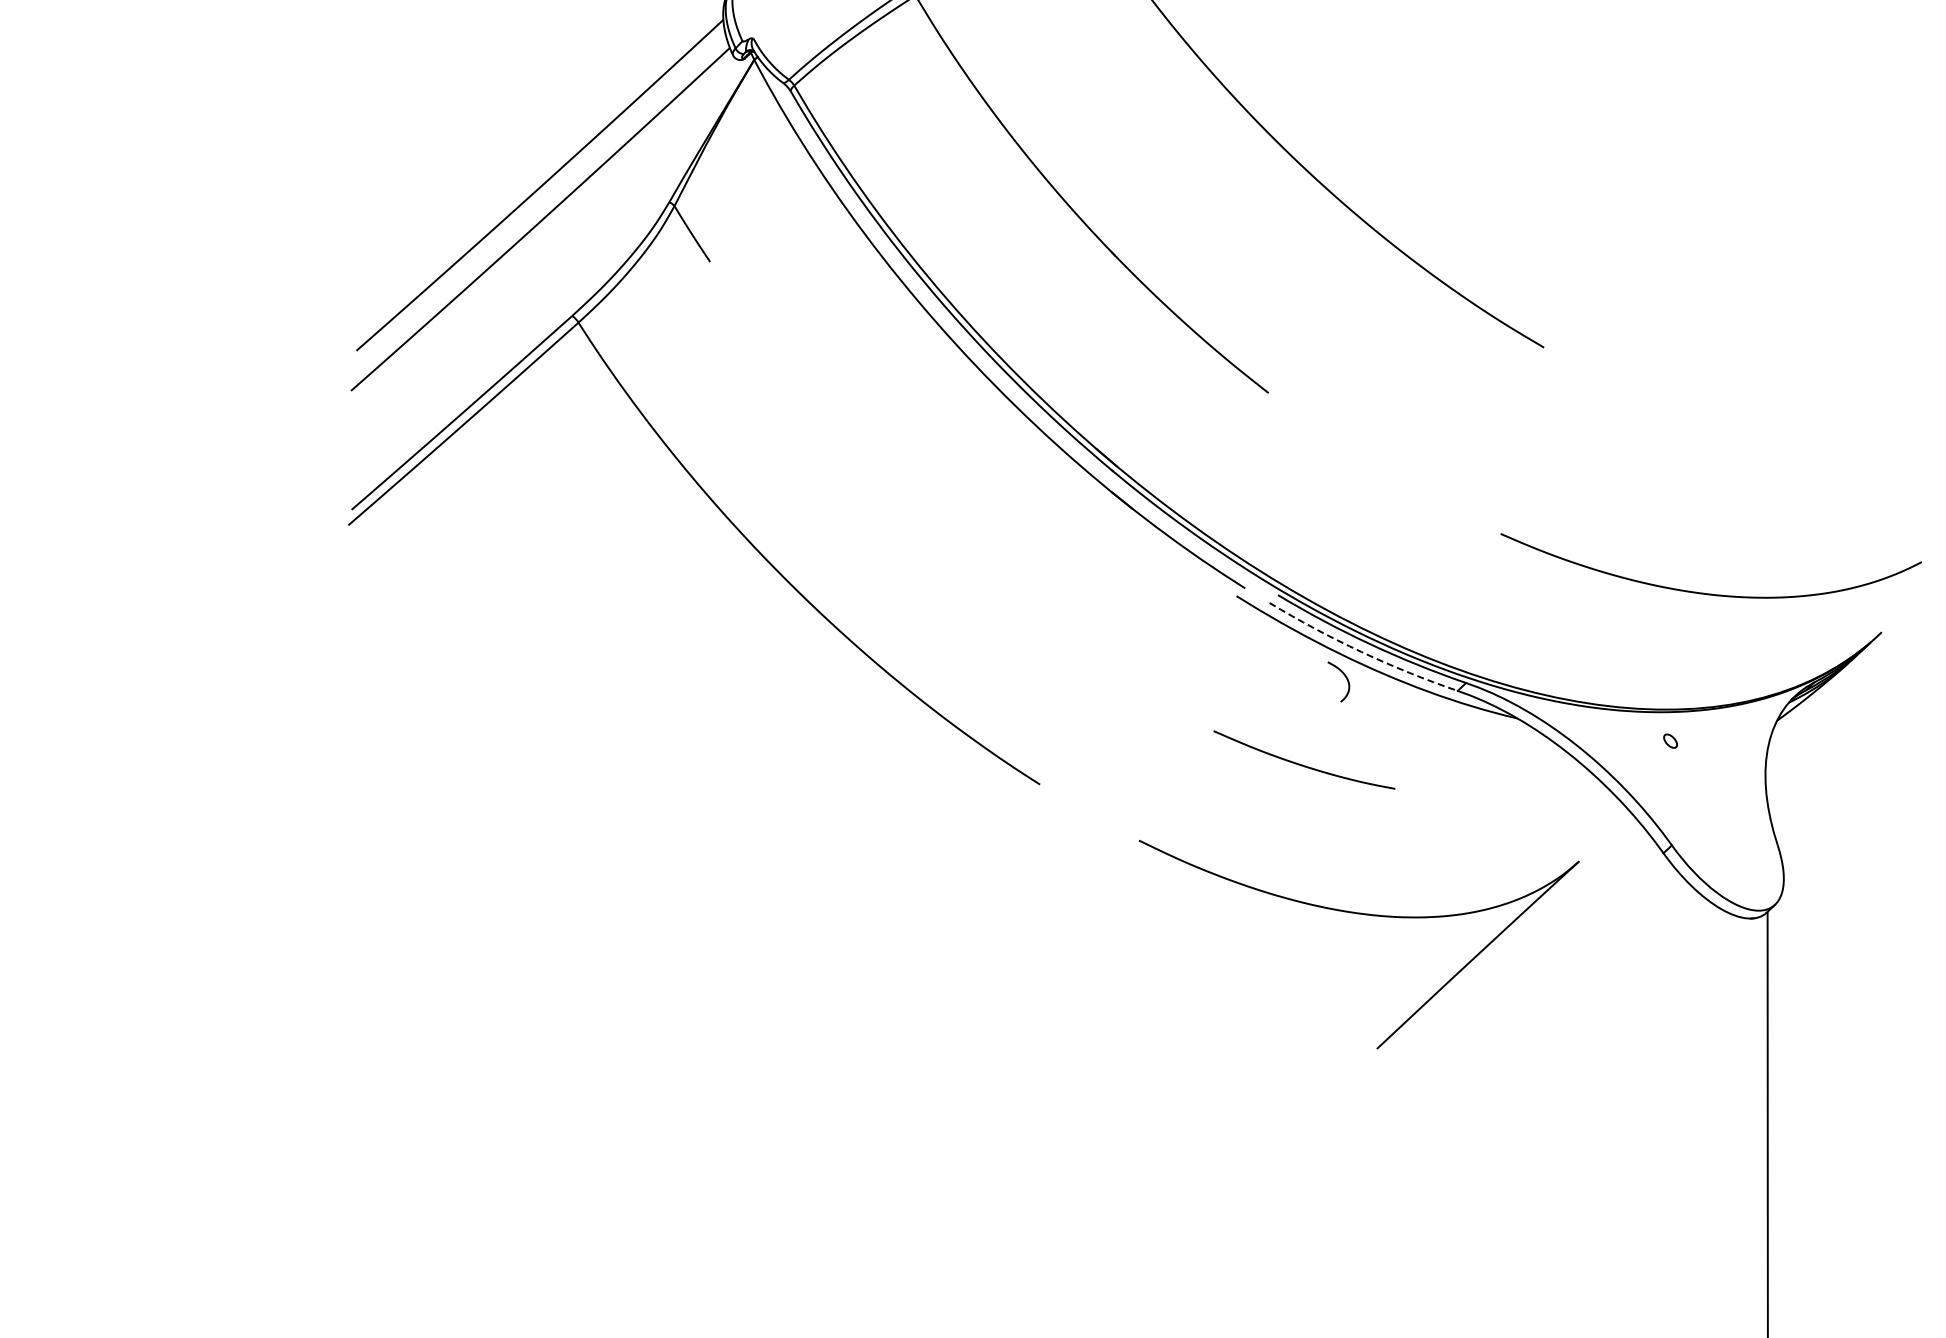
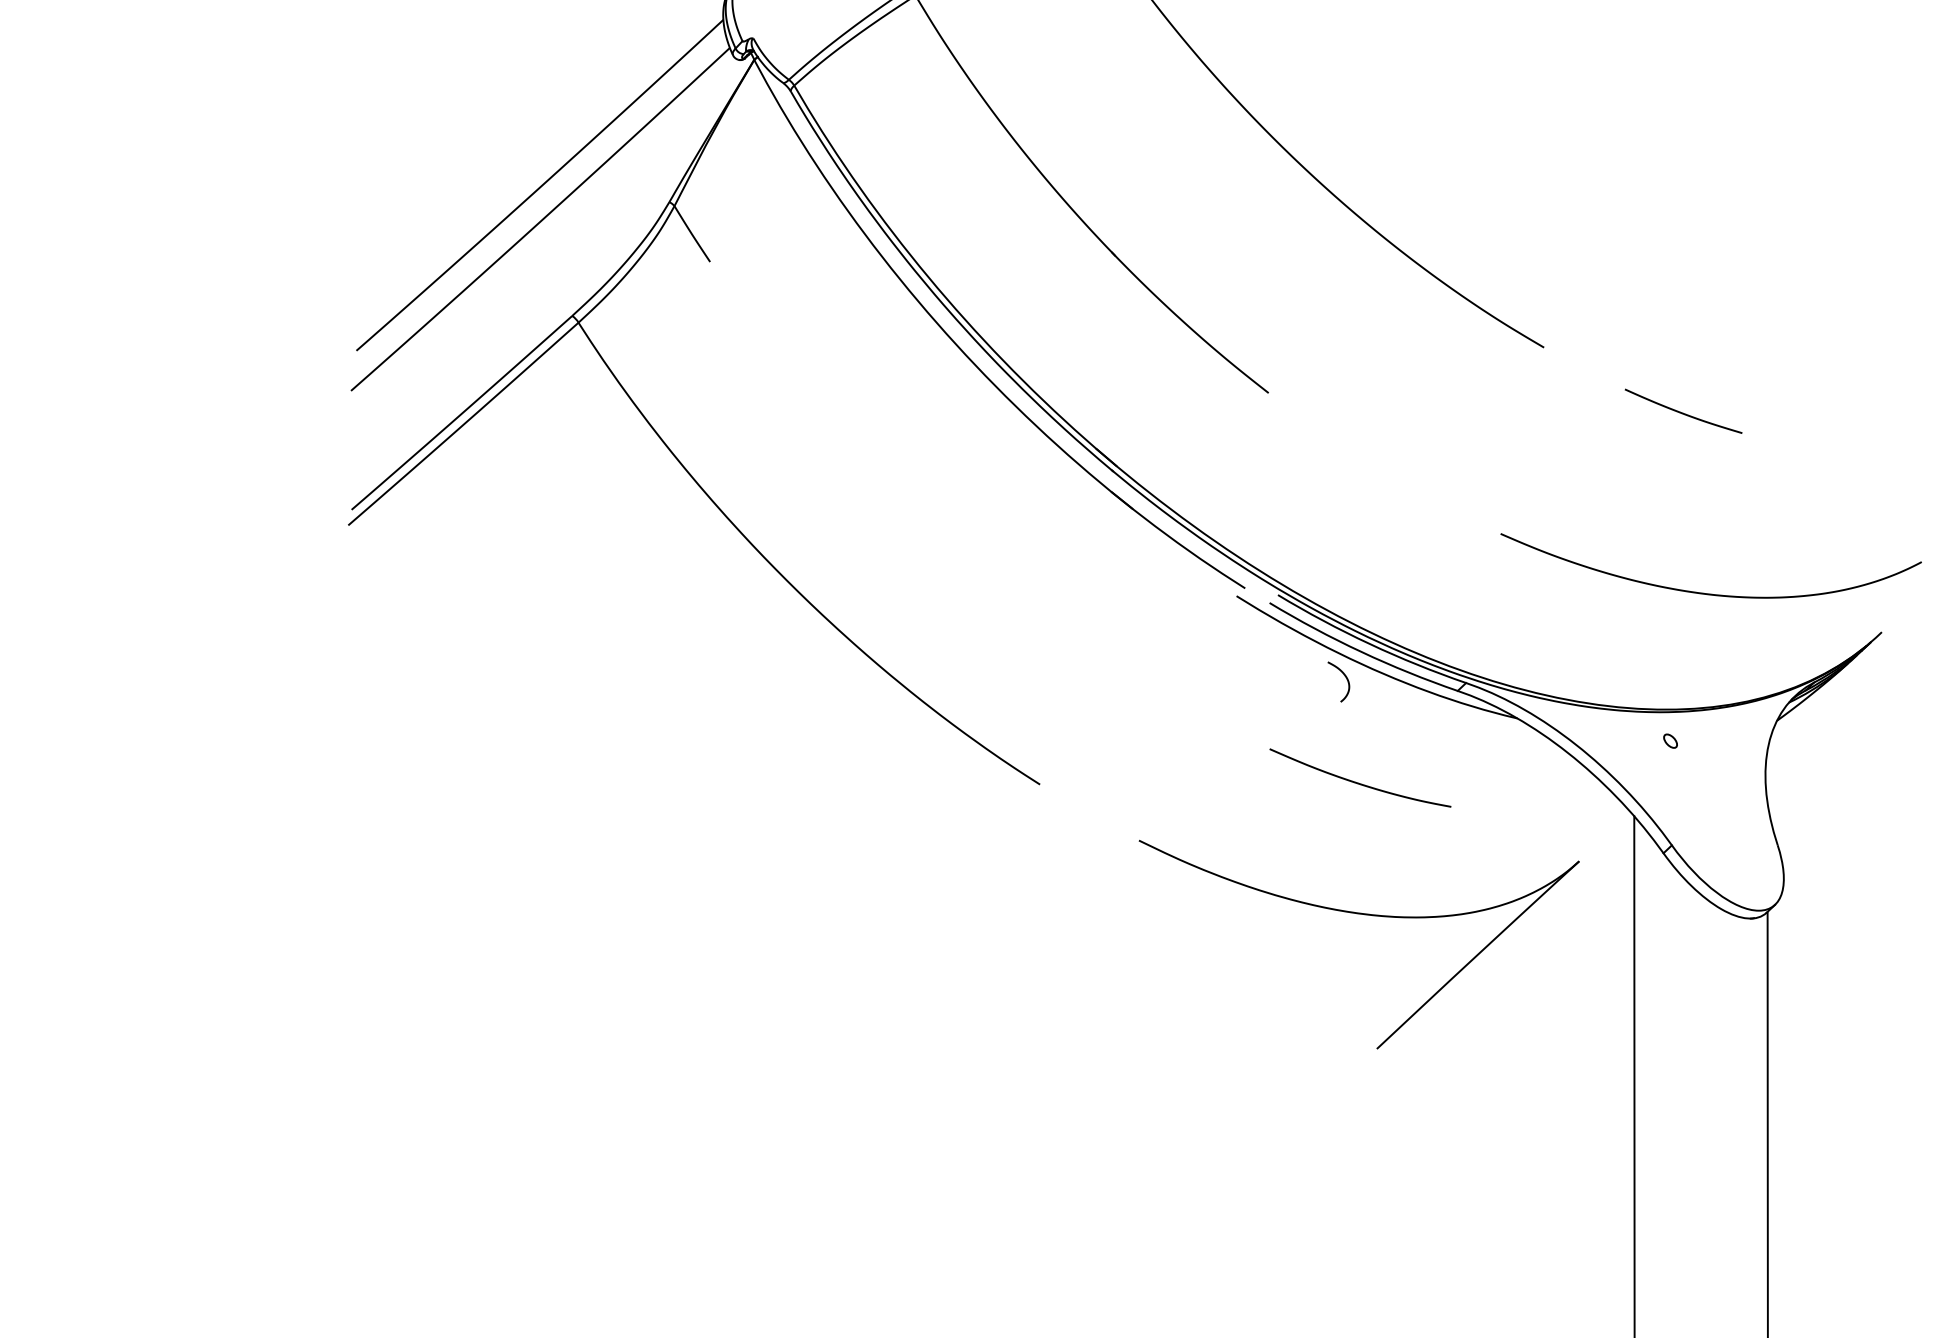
curve at (1683, 412): none -> present
arc at (1361, 651): dashed -> solid
curve at (1302, 764) position: (1302, 764) -> (1358, 782)
line at (1634, 1075): none -> present
